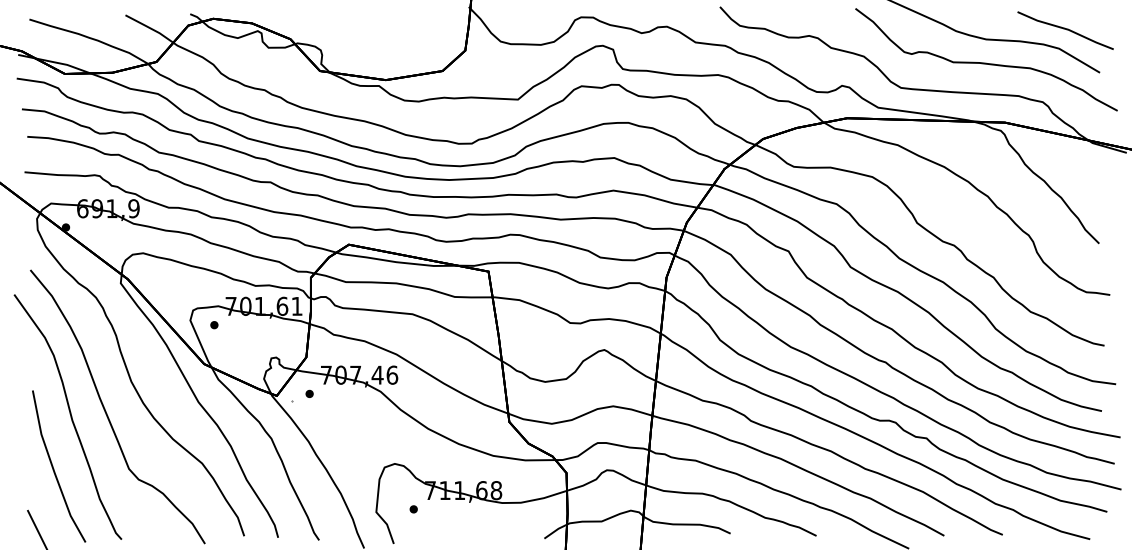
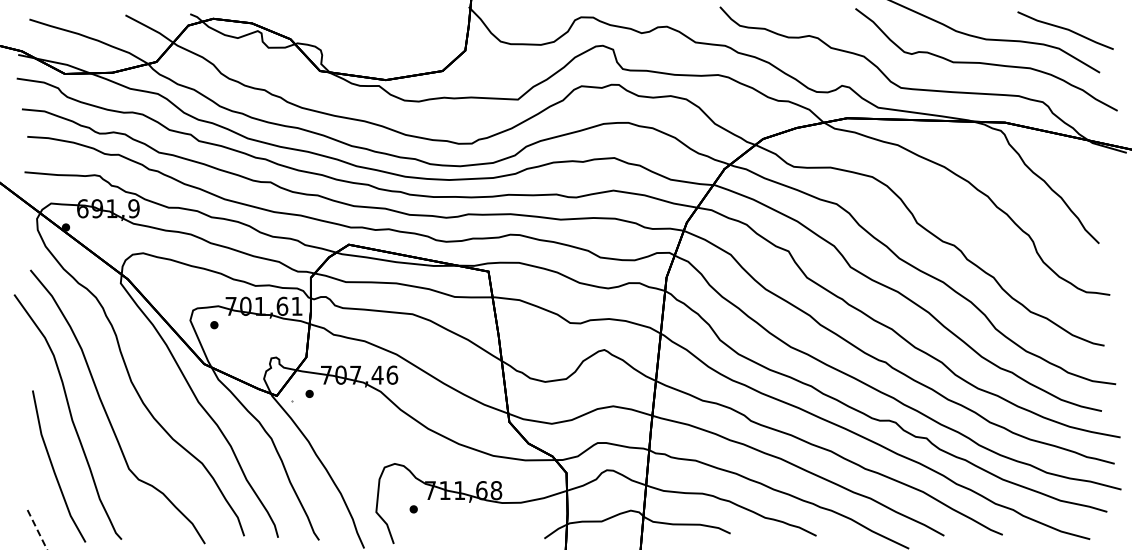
line at (37, 530): solid -> dashed
